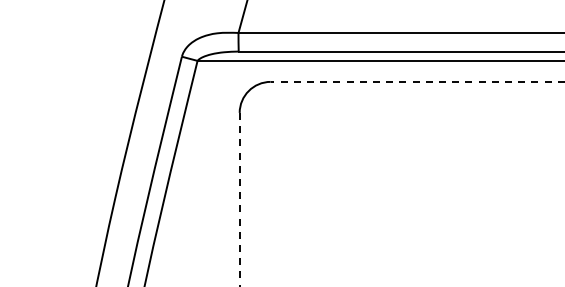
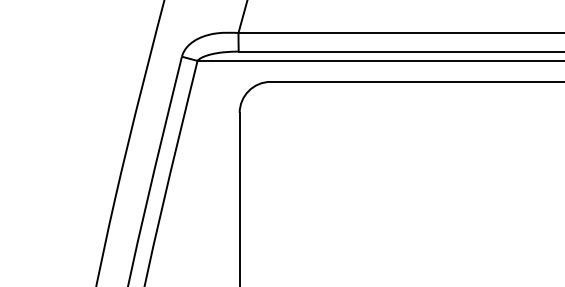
line at (417, 81): dashed -> solid
line at (239, 199): dashed -> solid
